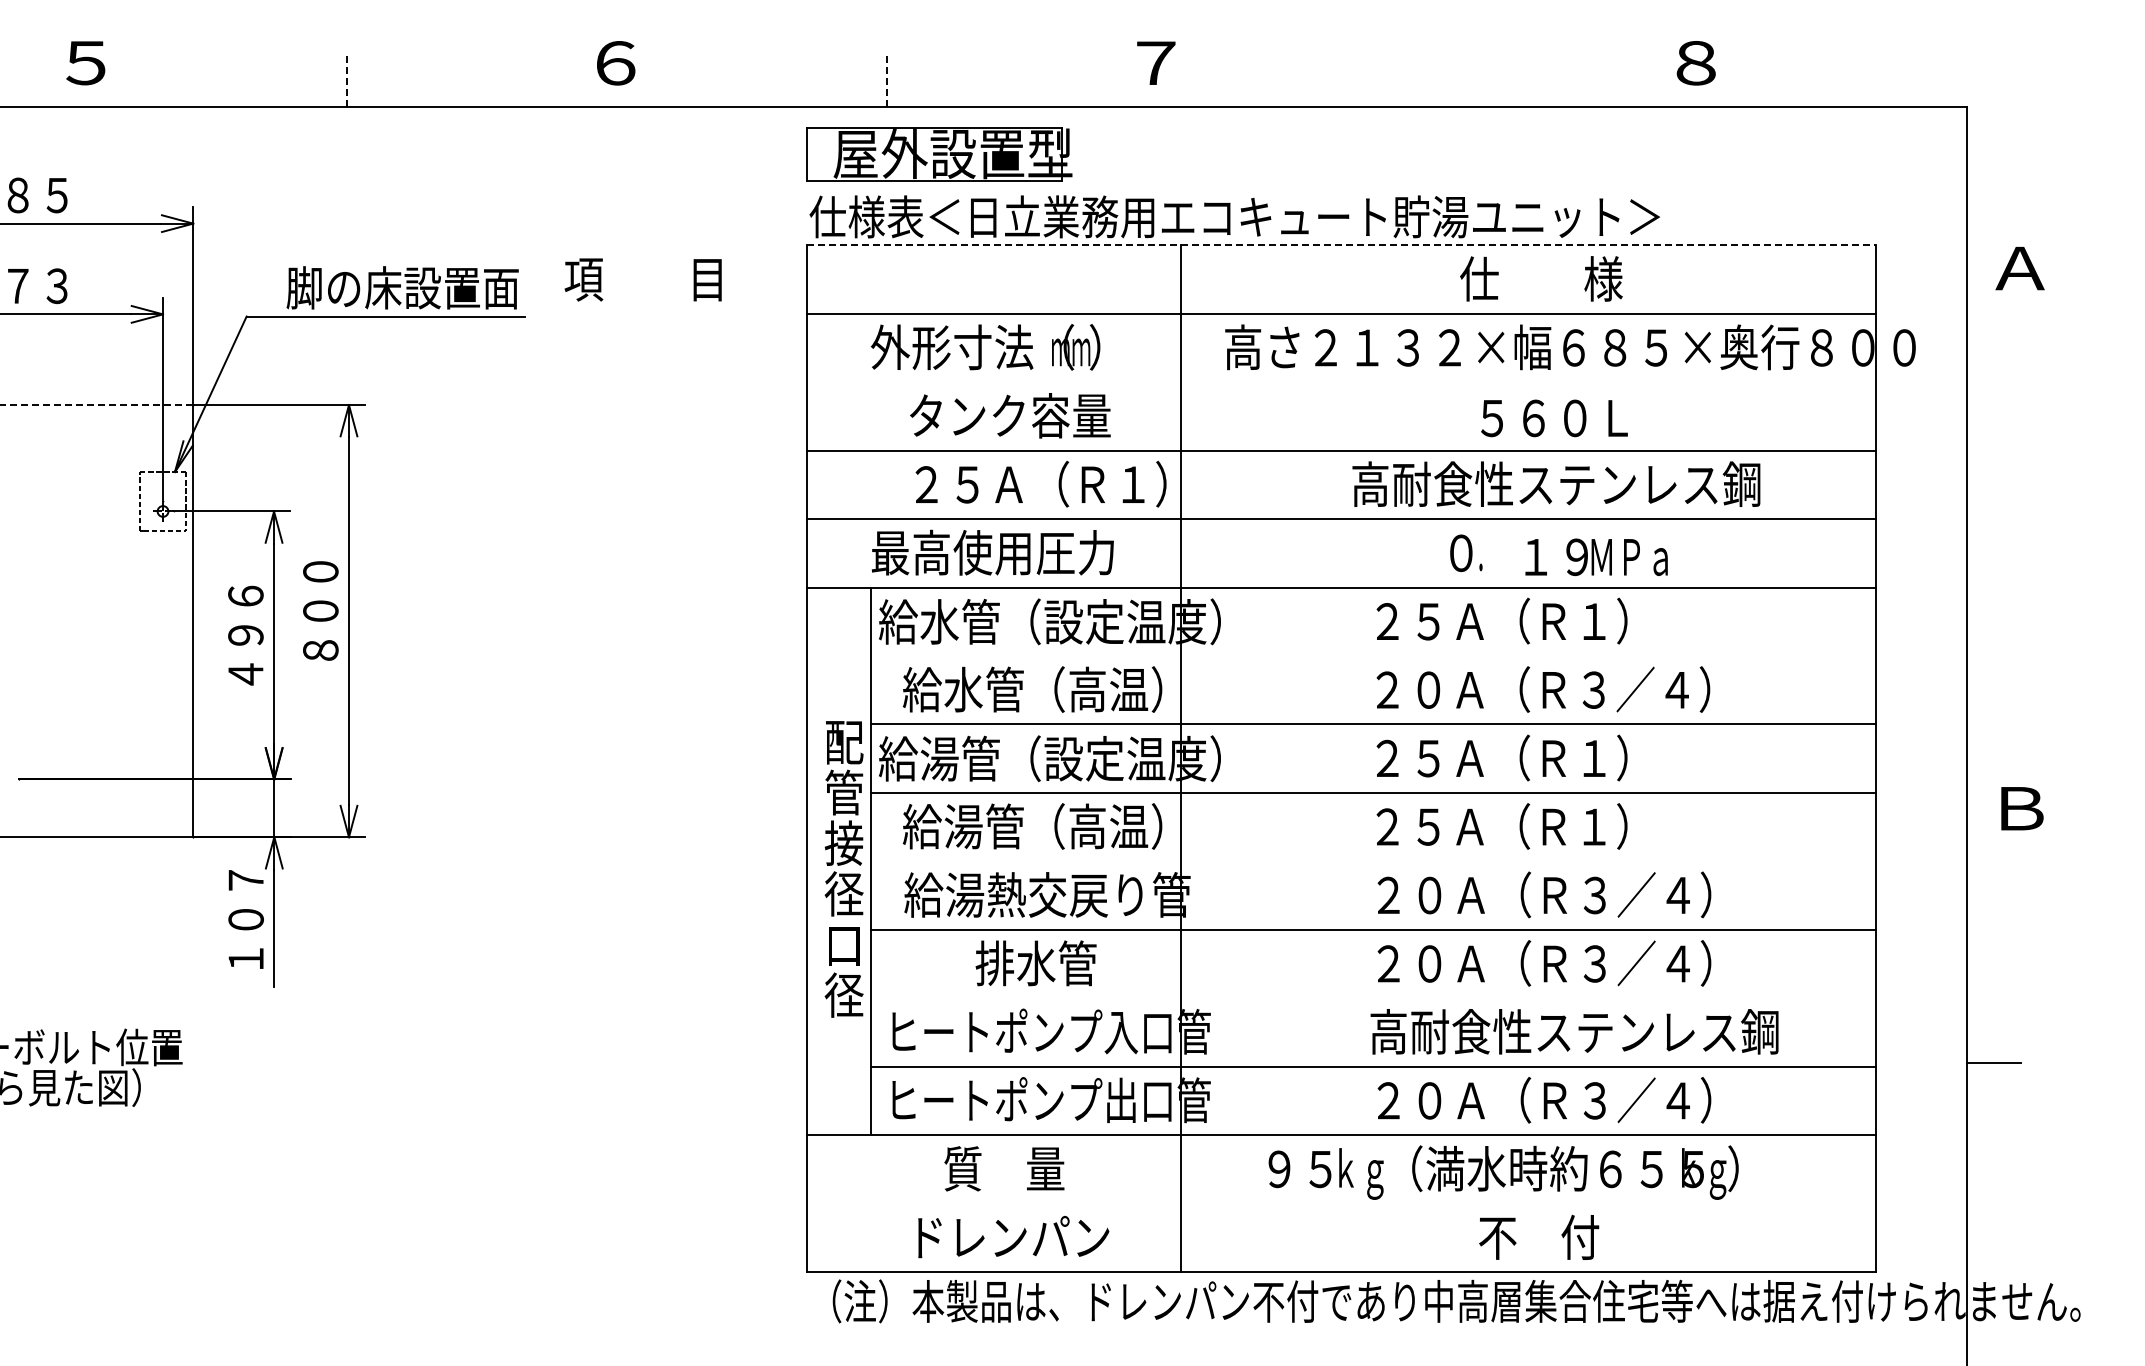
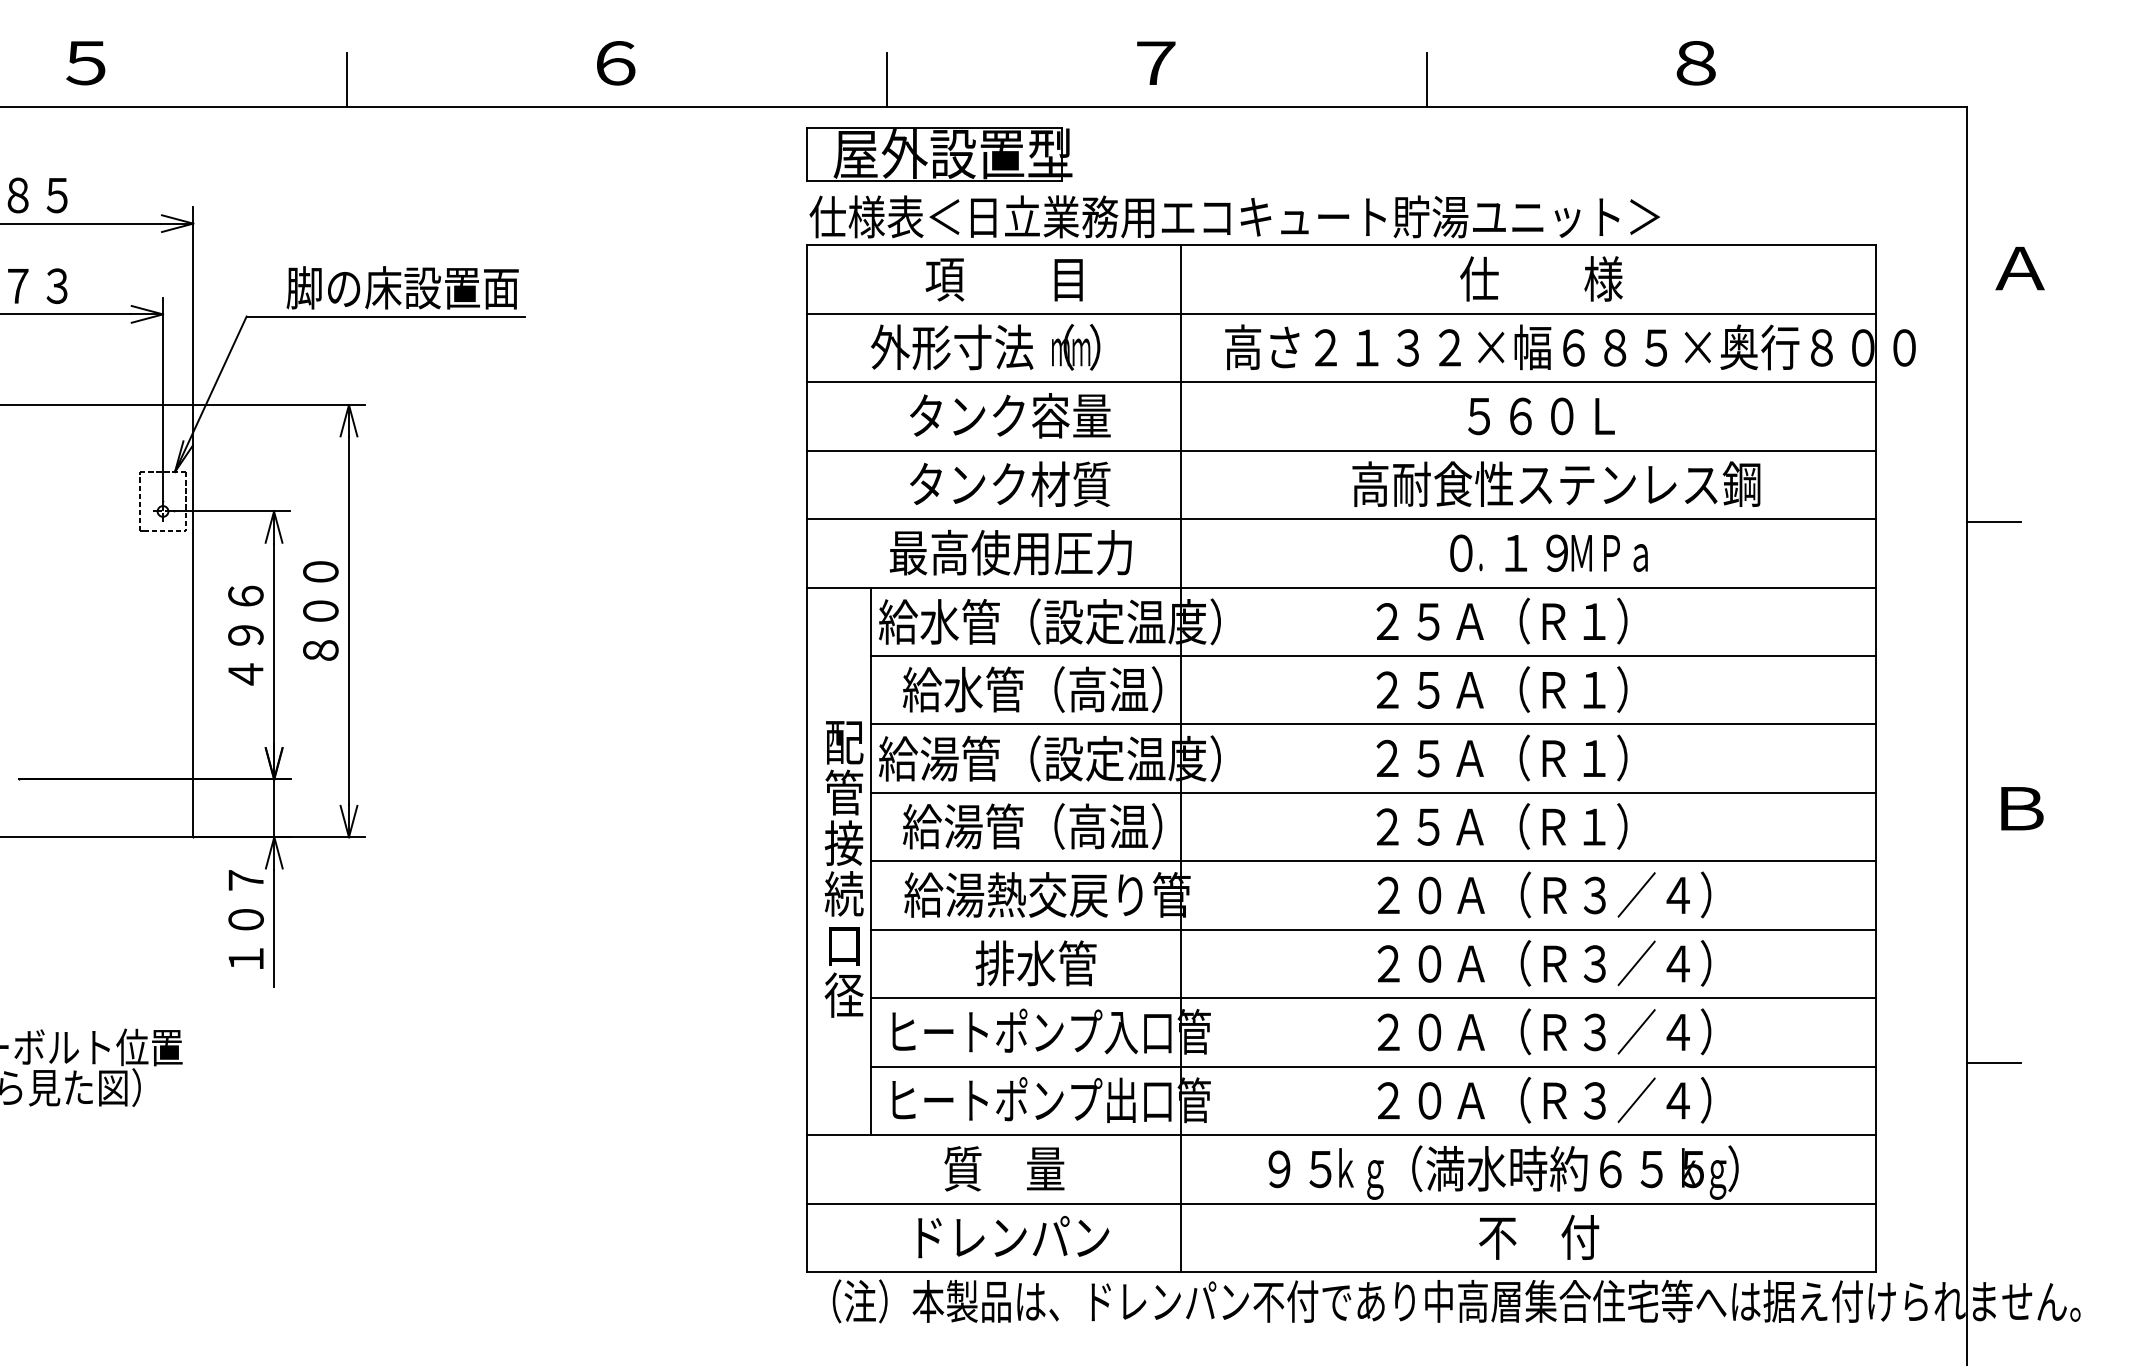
line at (346, 79): dashed -> solid
line at (887, 79): dashed -> solid
line at (1427, 79): none -> present
line at (1341, 245): dashed -> solid
text at (642, 279) position: (642, 279) -> (1003, 279)
line at (1341, 382): none -> present
line at (96, 405): dashed -> solid
text at (1554, 418) position: (1554, 418) -> (1541, 416)
text at (1038, 483): ２５Ａ（Ｒ１） -> タンク材質
line at (1994, 522): none -> present
text at (992, 552) position: (992, 552) -> (1010, 552)
text at (1596, 557) position: (1596, 557) -> (1576, 553)
line at (1373, 656): none -> present
text at (1563, 689): ２０Ａ（Ｒ３／４） -> ２５Ａ（Ｒ１）
line at (1373, 861): none -> present
text at (843, 893): 径 -> 続
line at (1373, 998): none -> present
text at (1574, 1031): 高耐食性ステンレス鋼 -> ２０Ａ（Ｒ３／４）
line at (1341, 1203): none -> present
